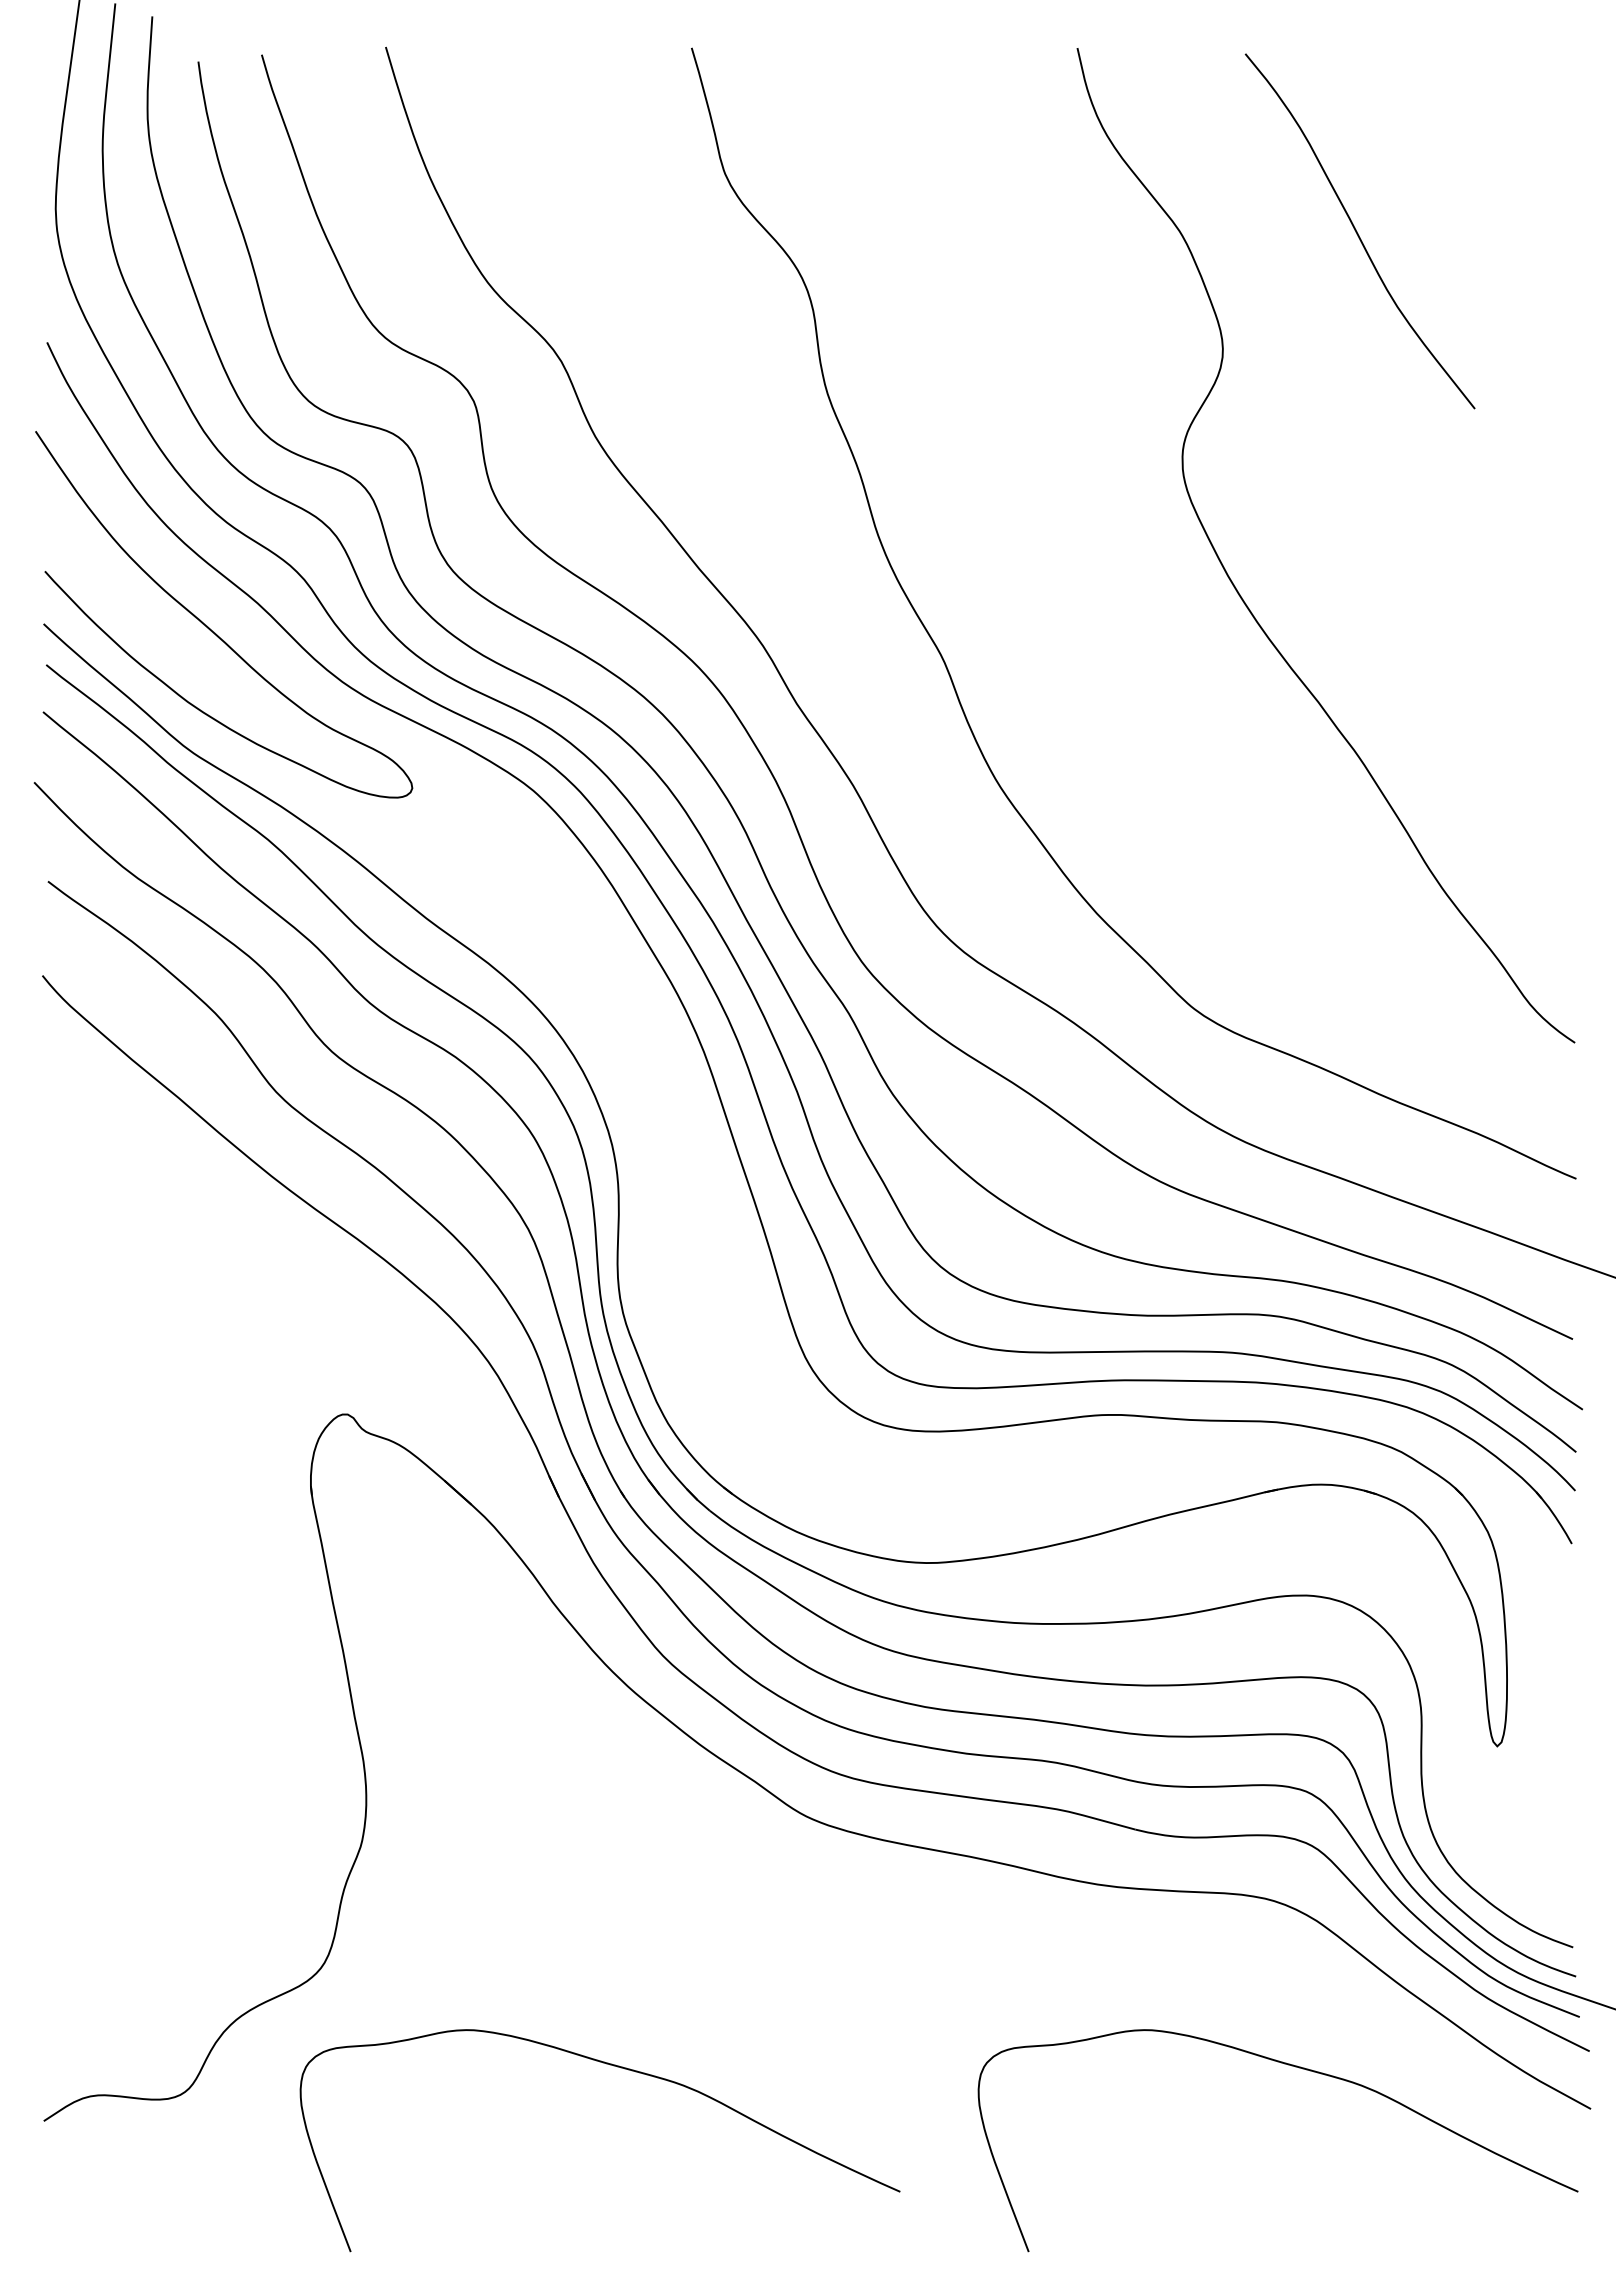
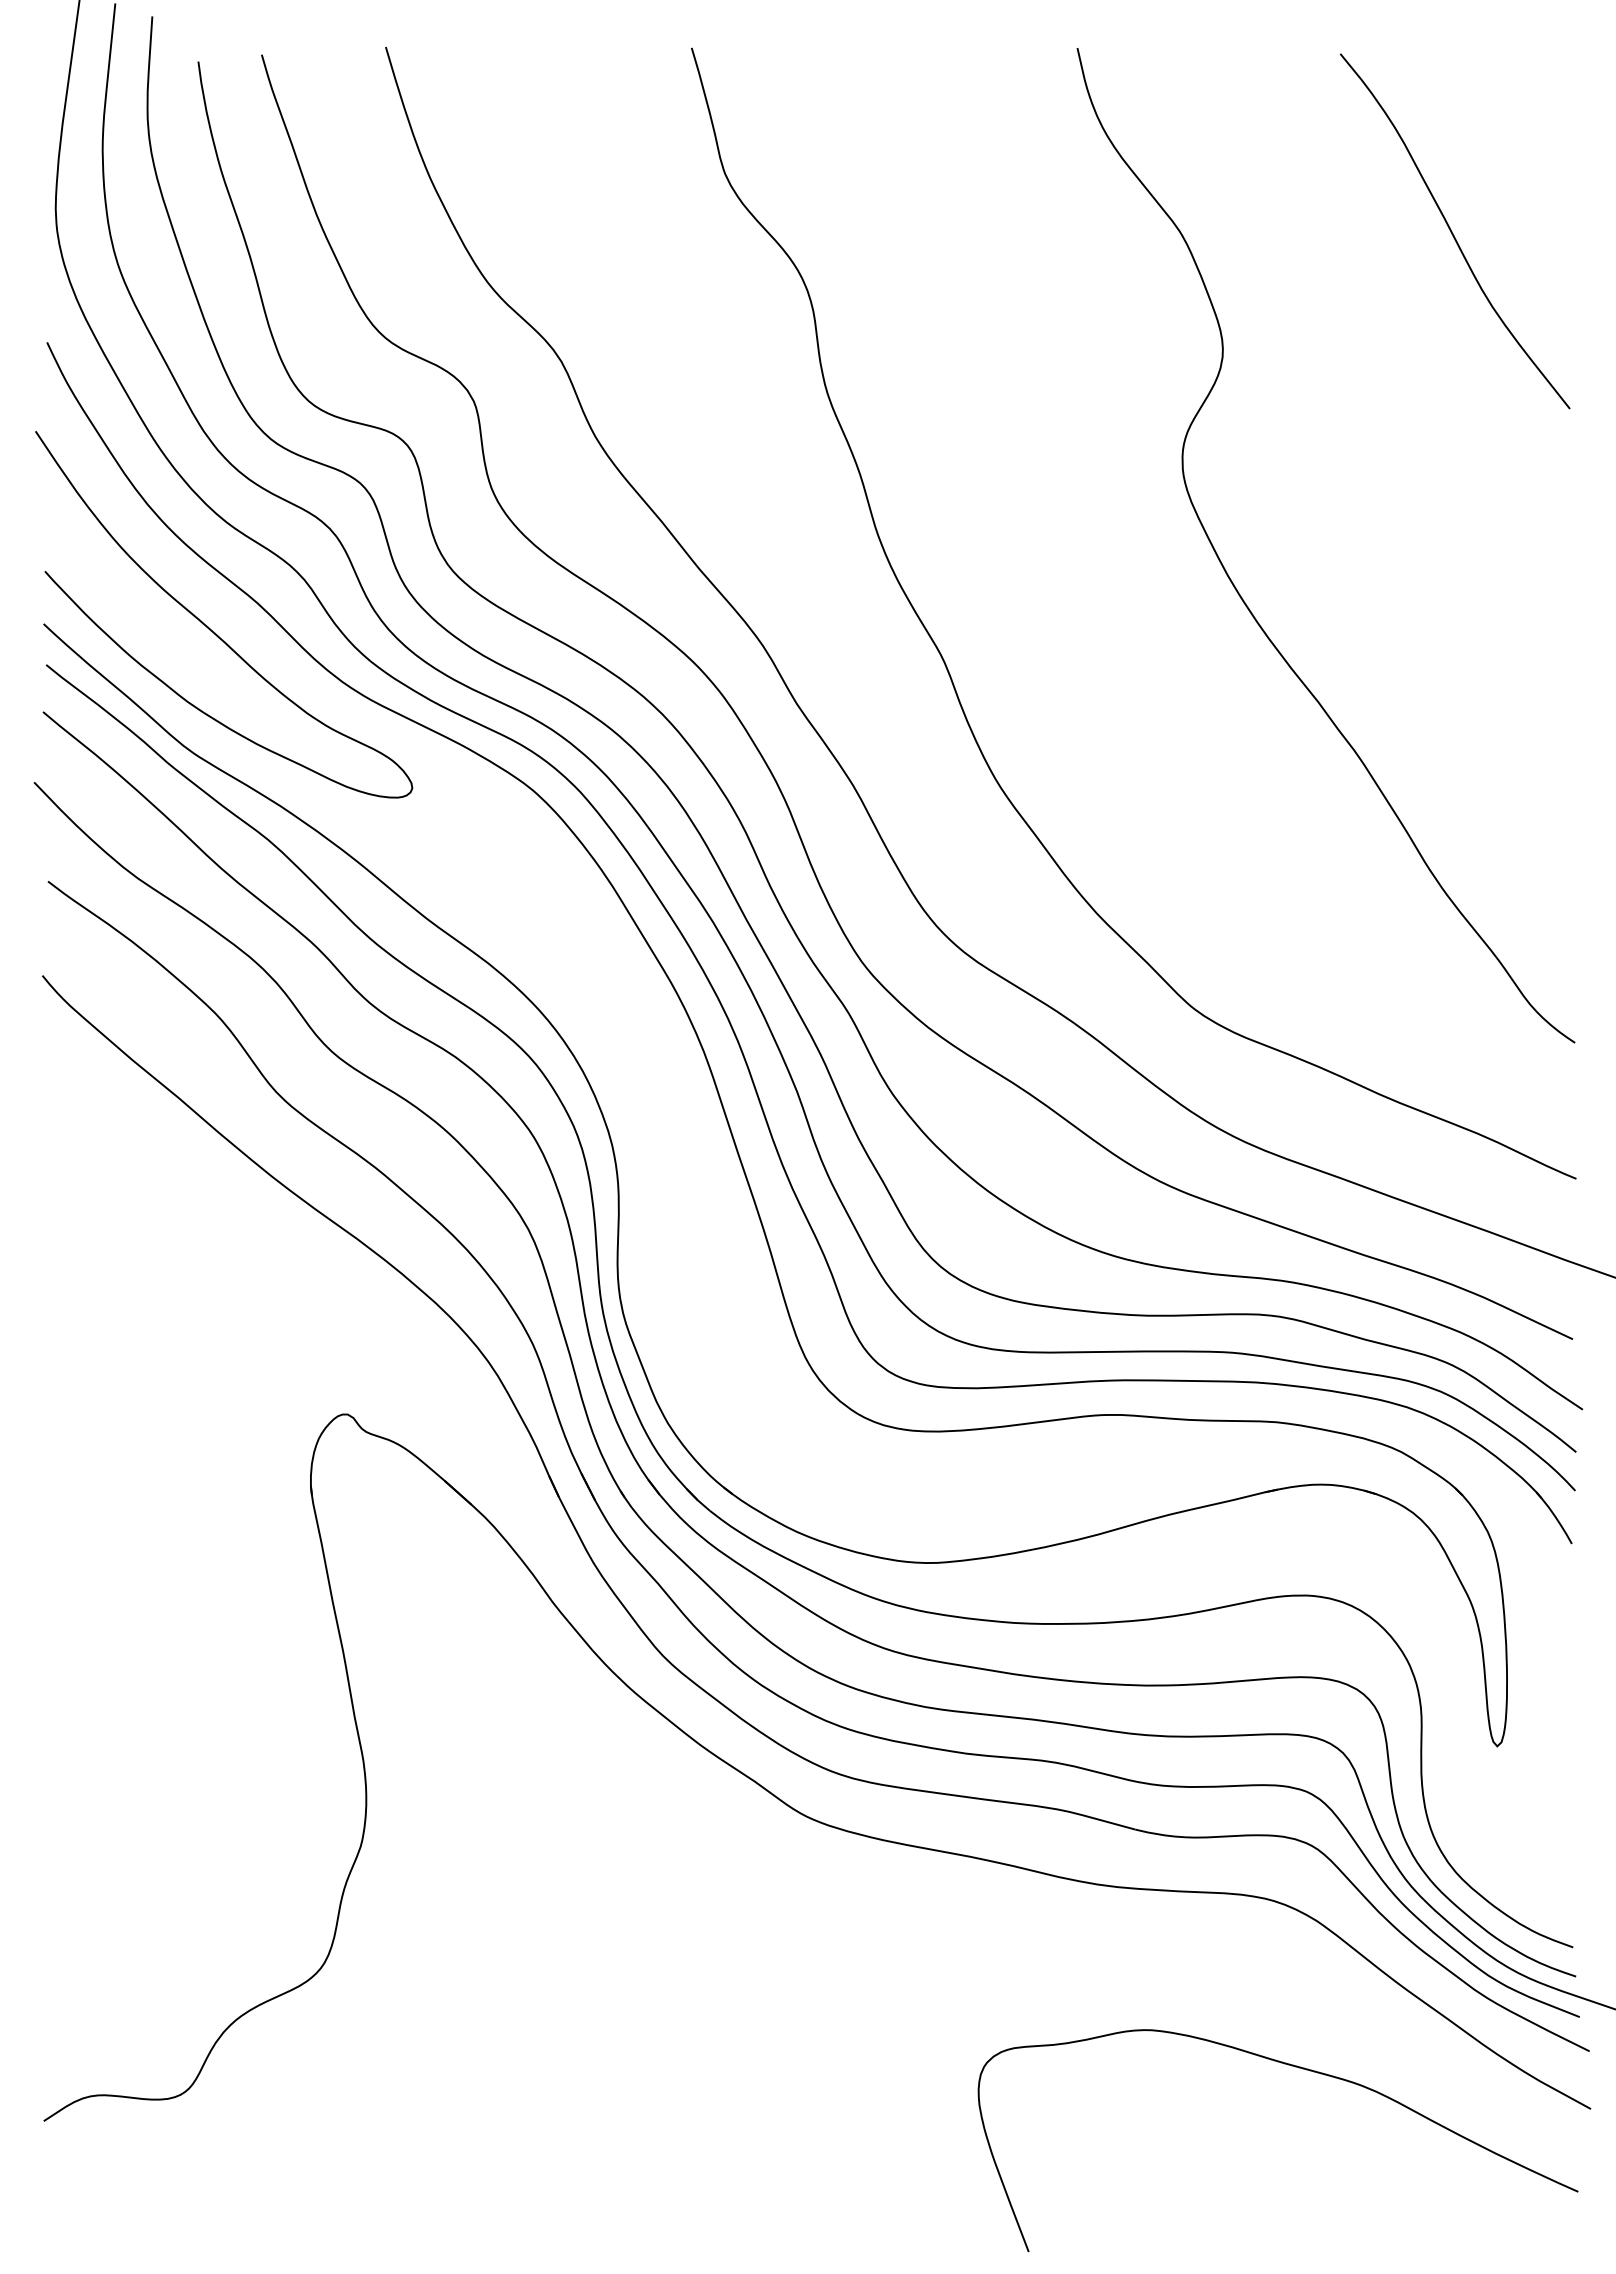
curve at (1357, 231) position: (1357, 231) -> (1452, 231)
curve at (617, 2067): present -> none
